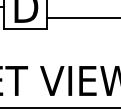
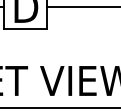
line at (81, 18) position: (81, 18) -> (81, 7)
